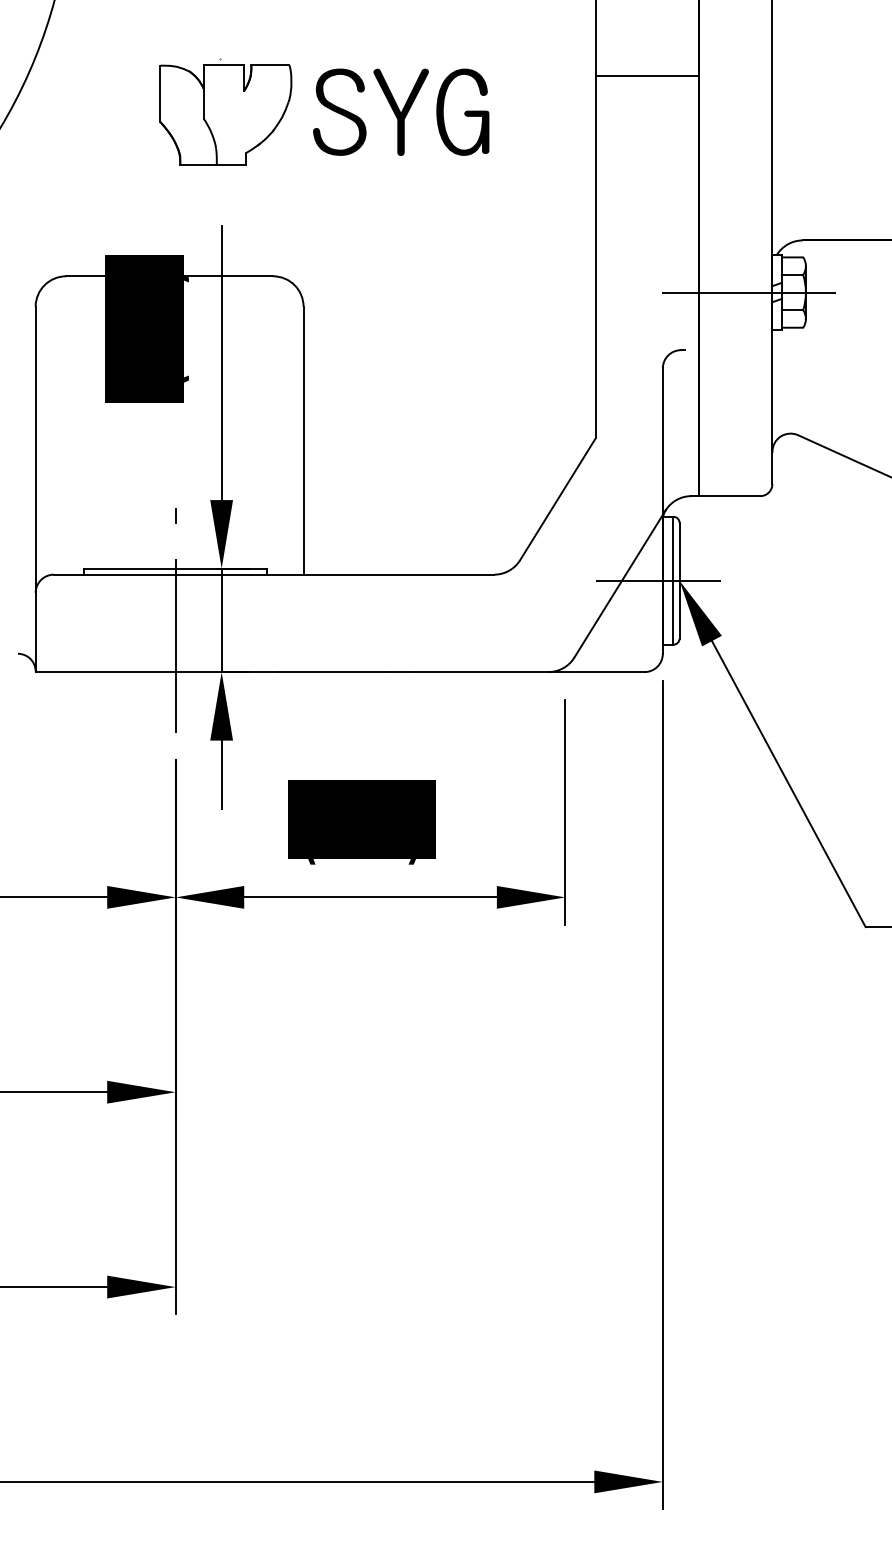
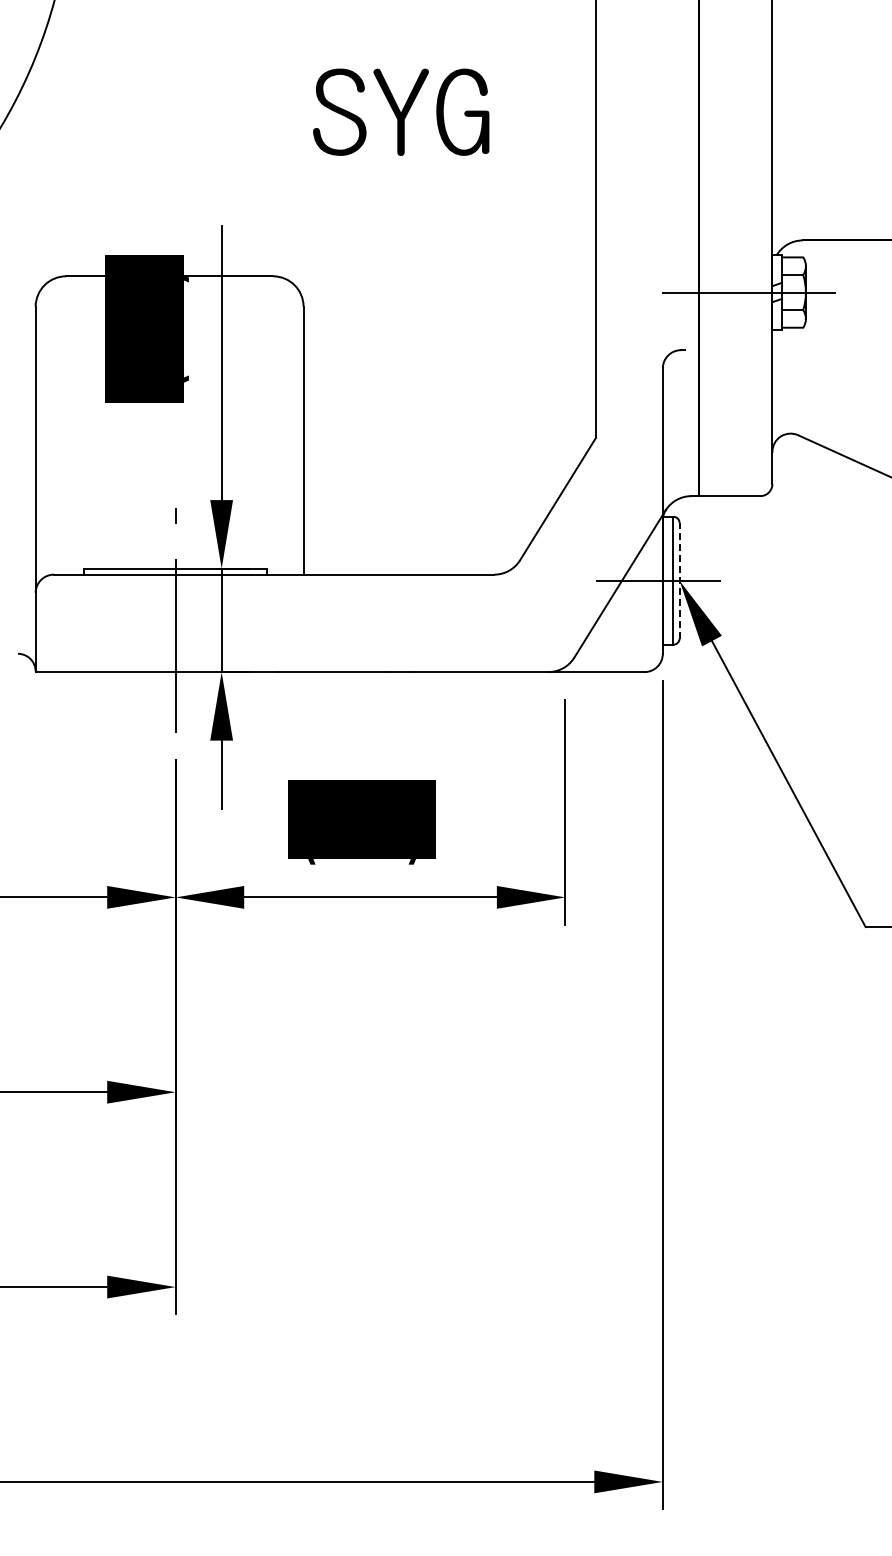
line at (647, 76): present -> none
part at (324, 111): present -> none
line at (679, 580): solid -> dashed
